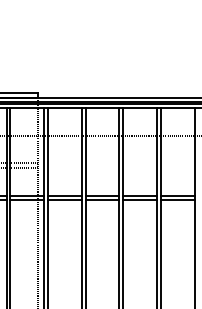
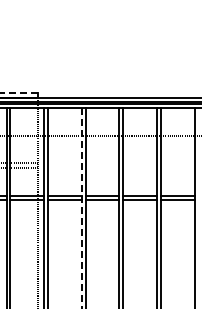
line at (19, 93): solid -> dashed
line at (81, 209): solid -> dashed
